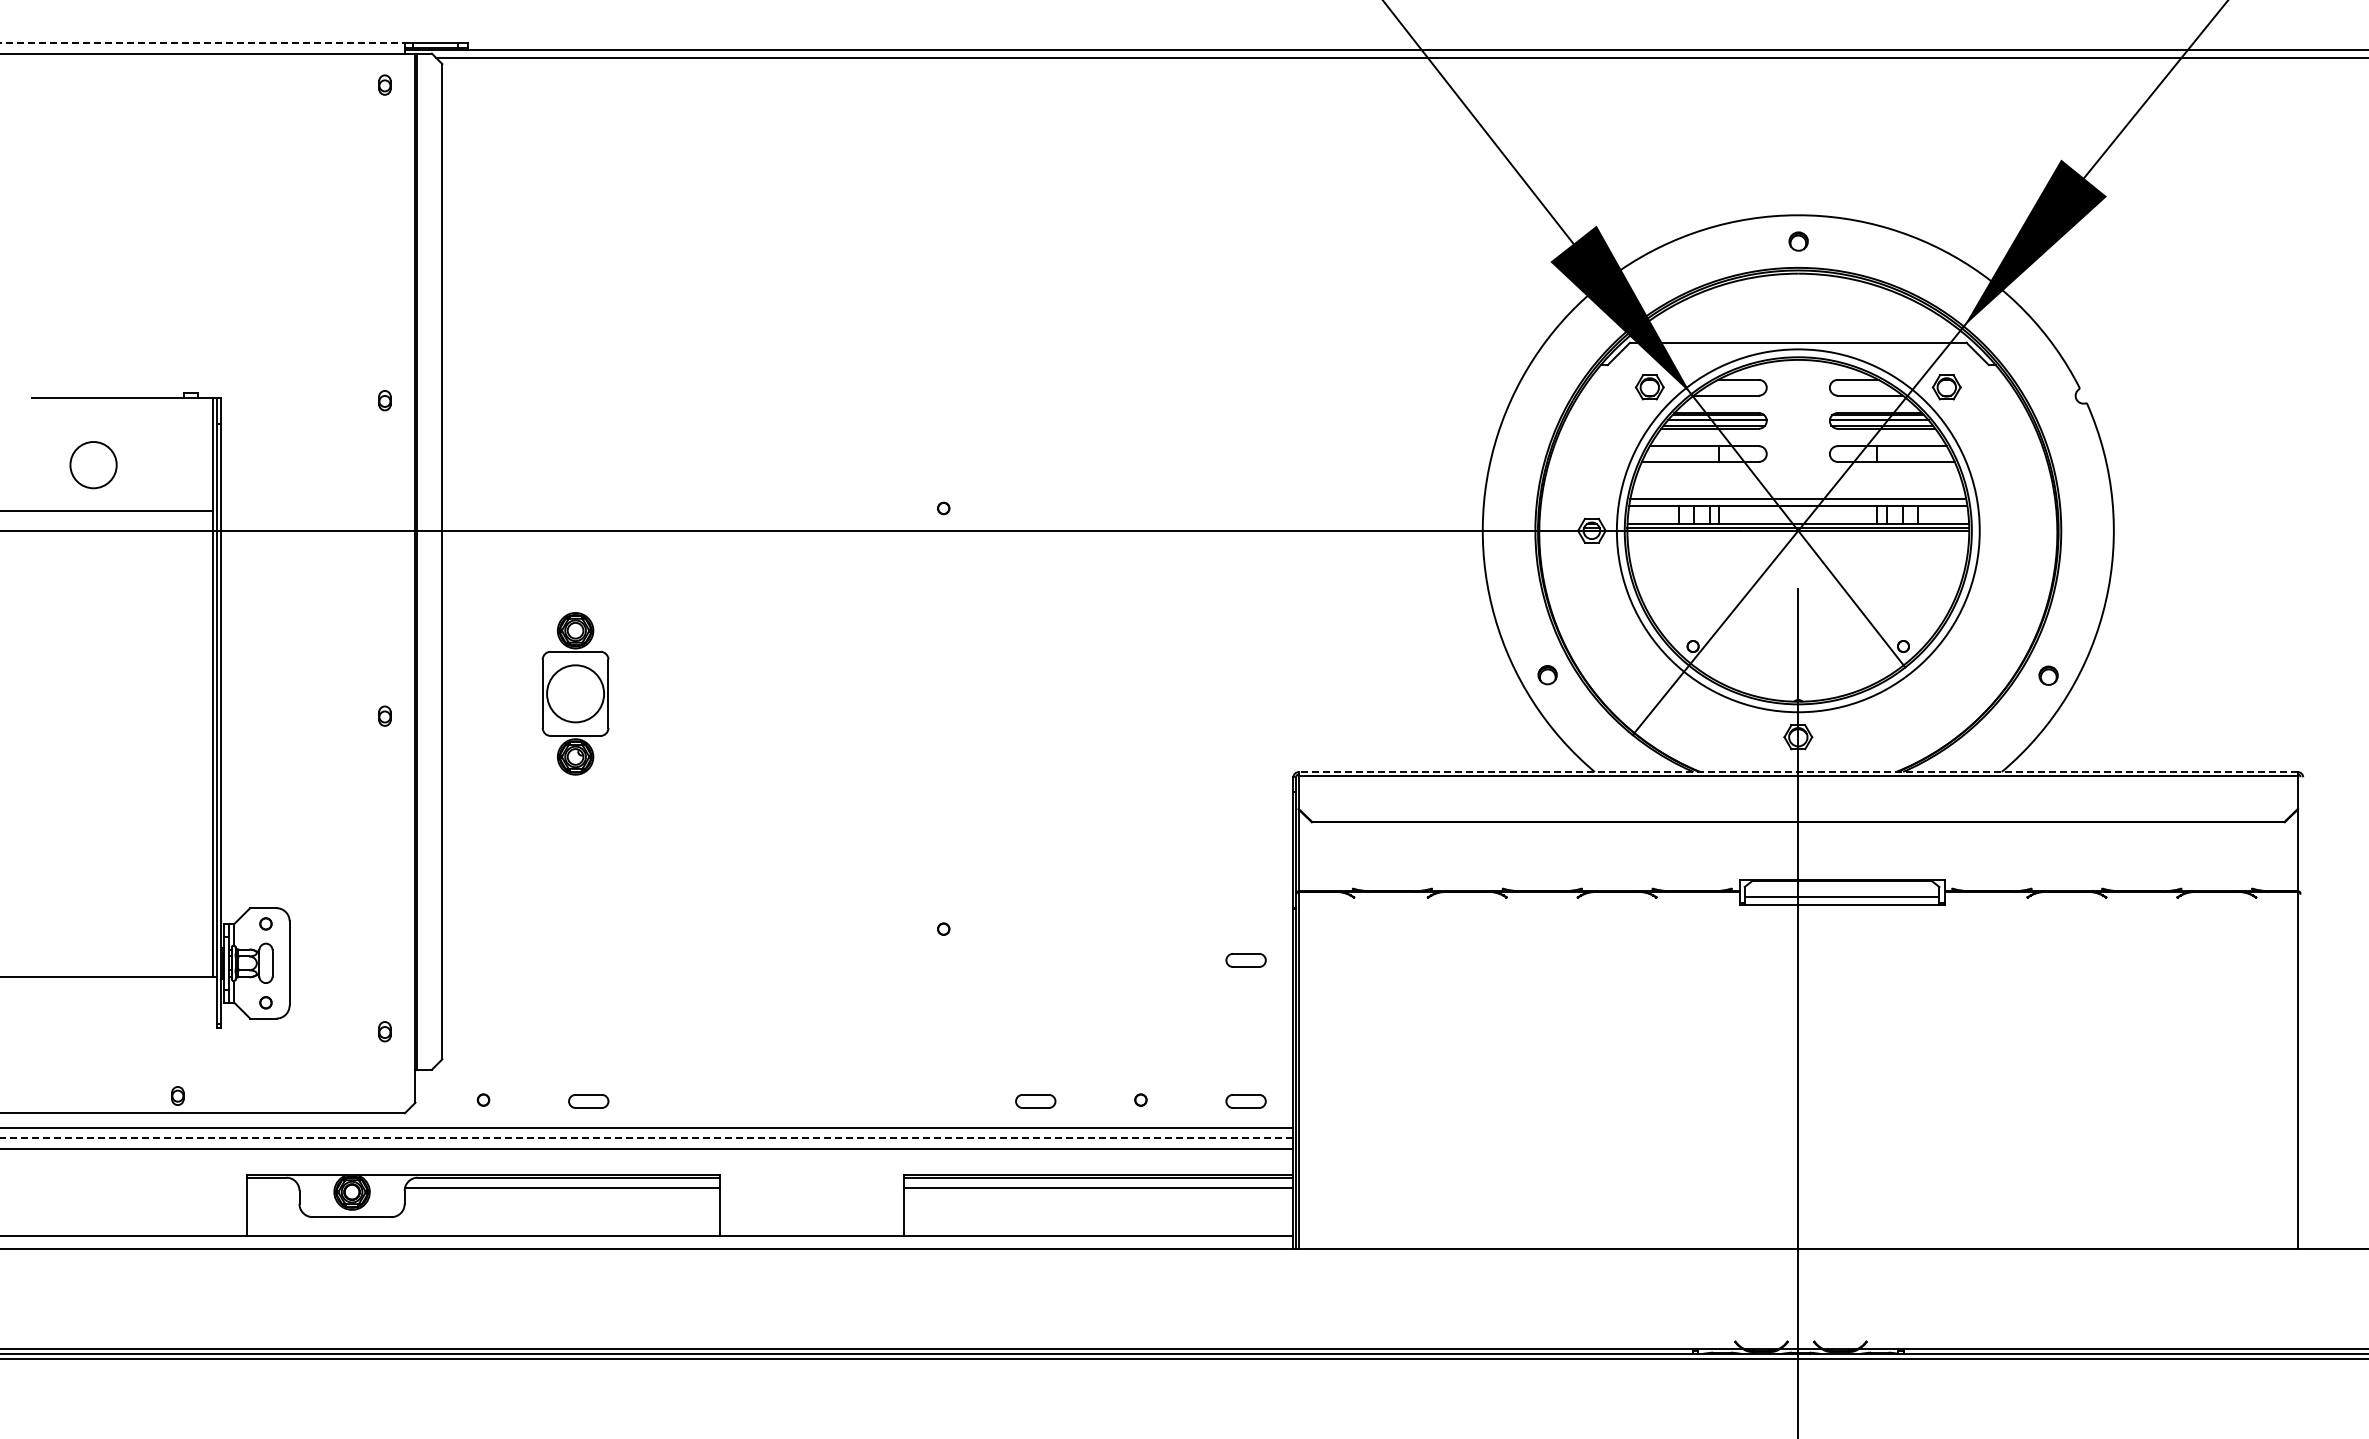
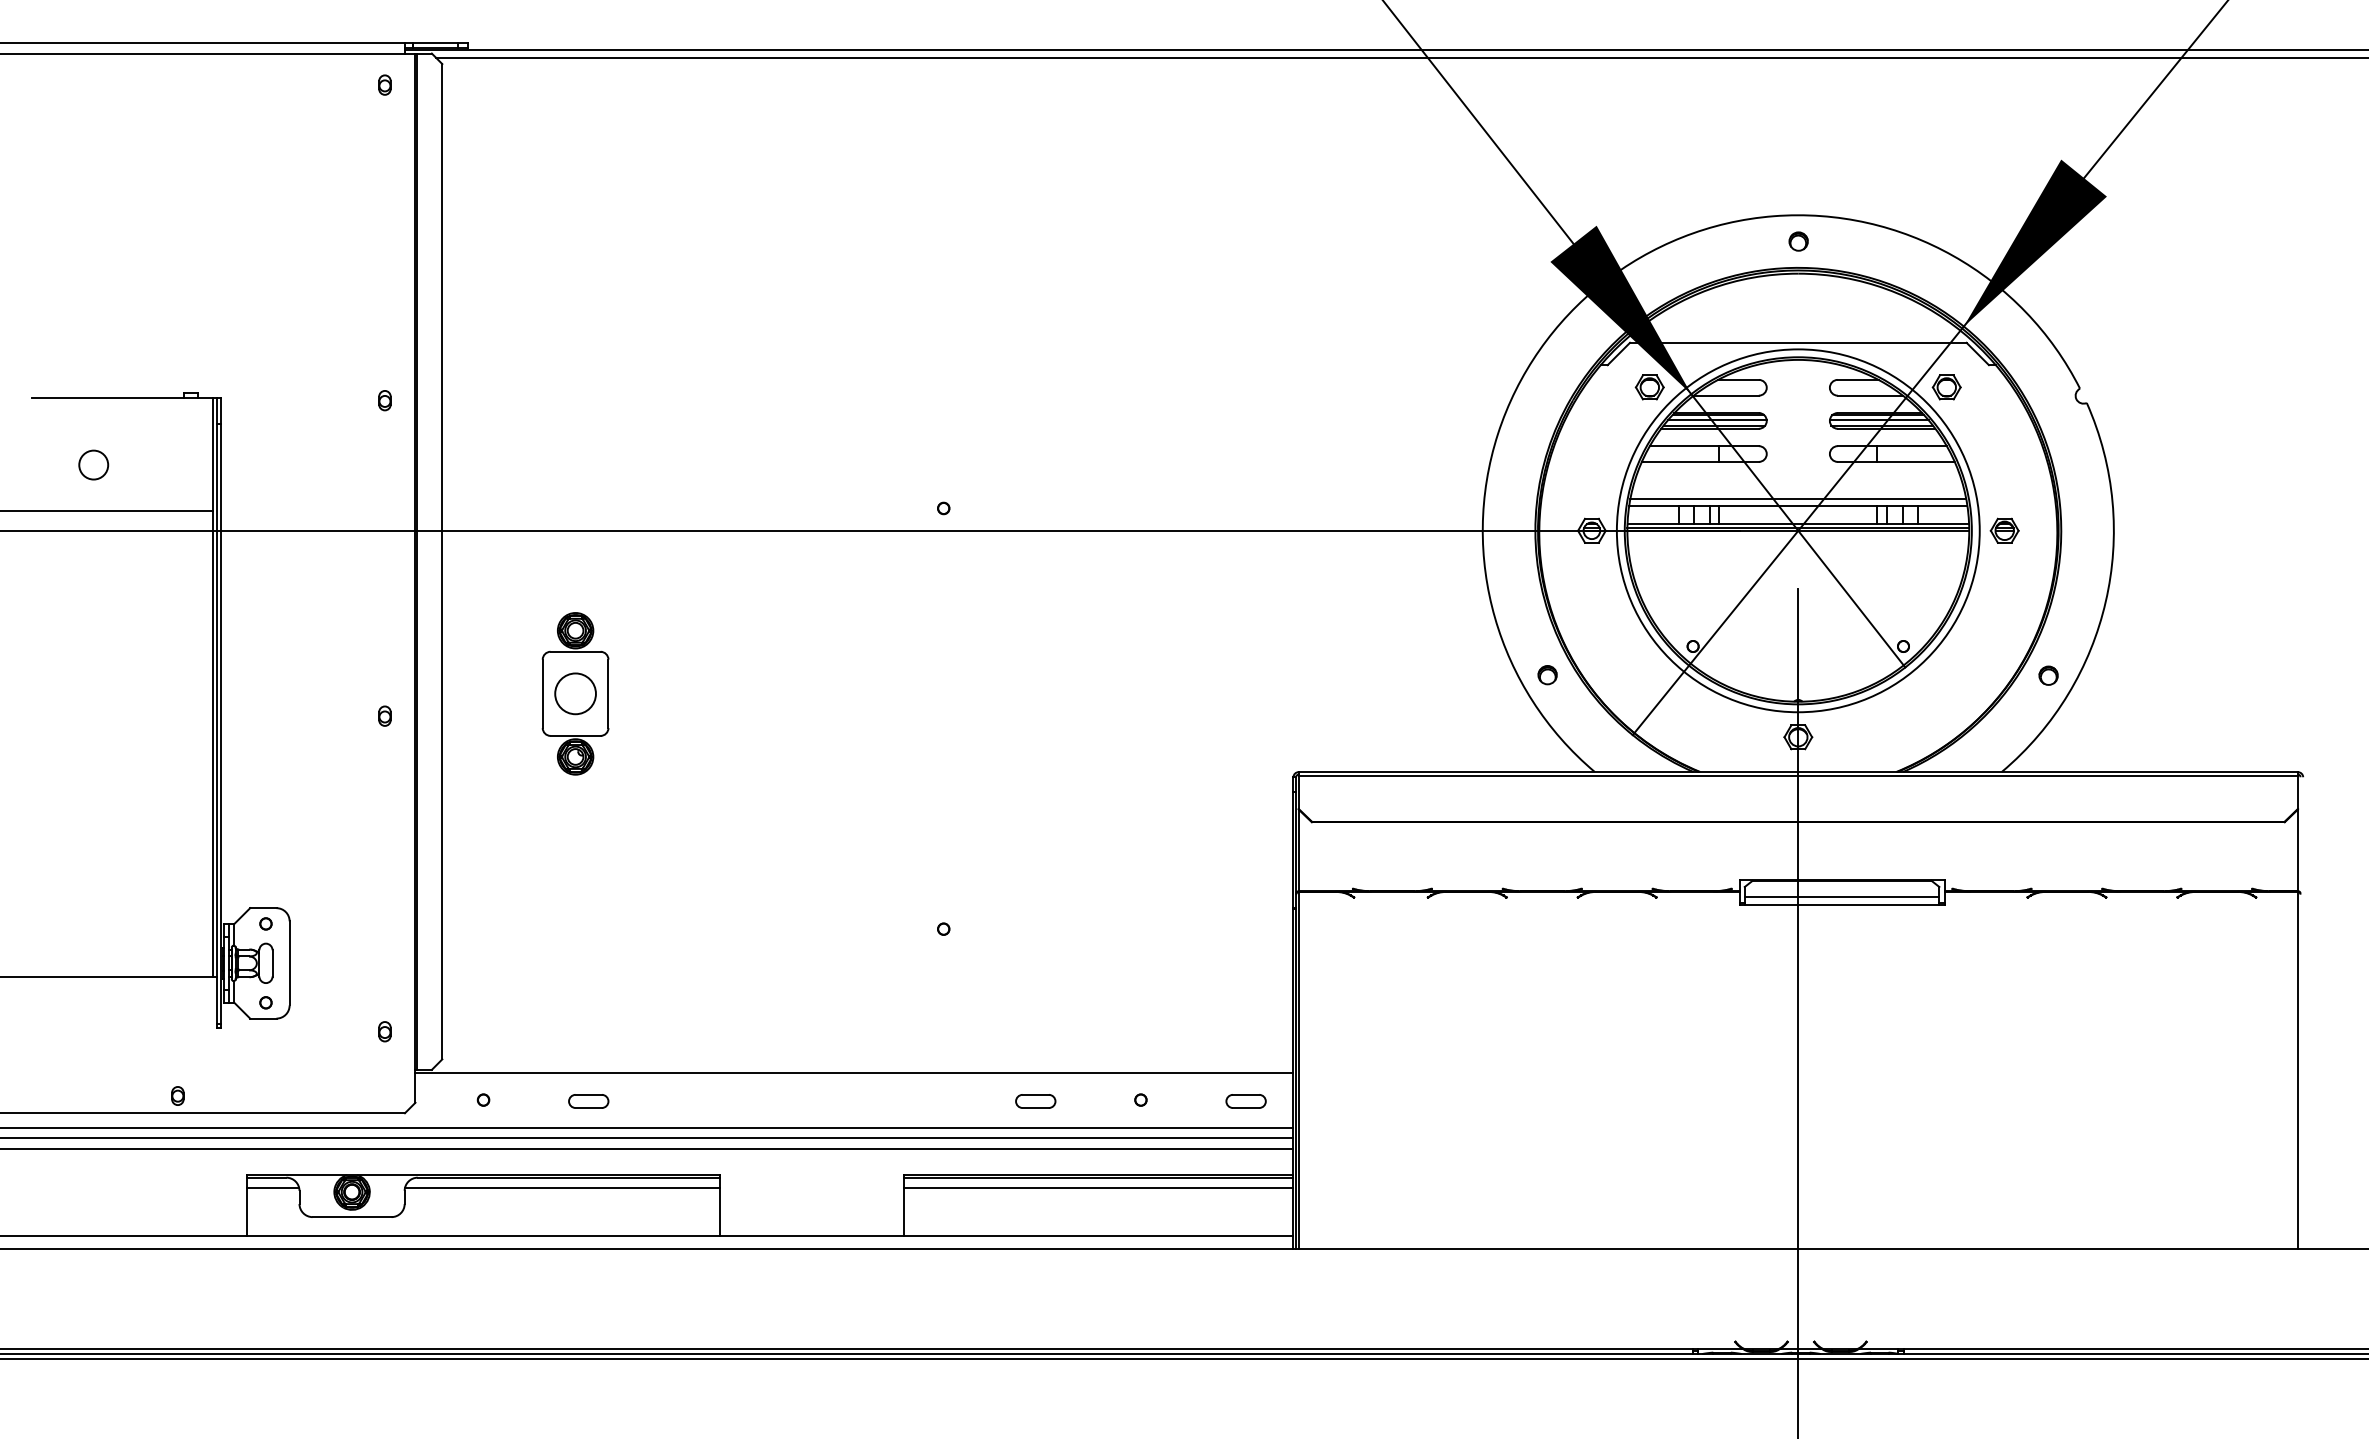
line at (203, 43): dashed -> solid
circle at (93, 465) size: 49x49 px -> 32x32 px
part at (2004, 530): none -> present
circle at (575, 693) diameter: 57 px -> 41 px
line at (1798, 771): dashed -> solid
part at (1245, 960): present -> none
line at (854, 1072): none -> present
line at (646, 1138): dashed -> solid
line at (272, 1188): none -> present
